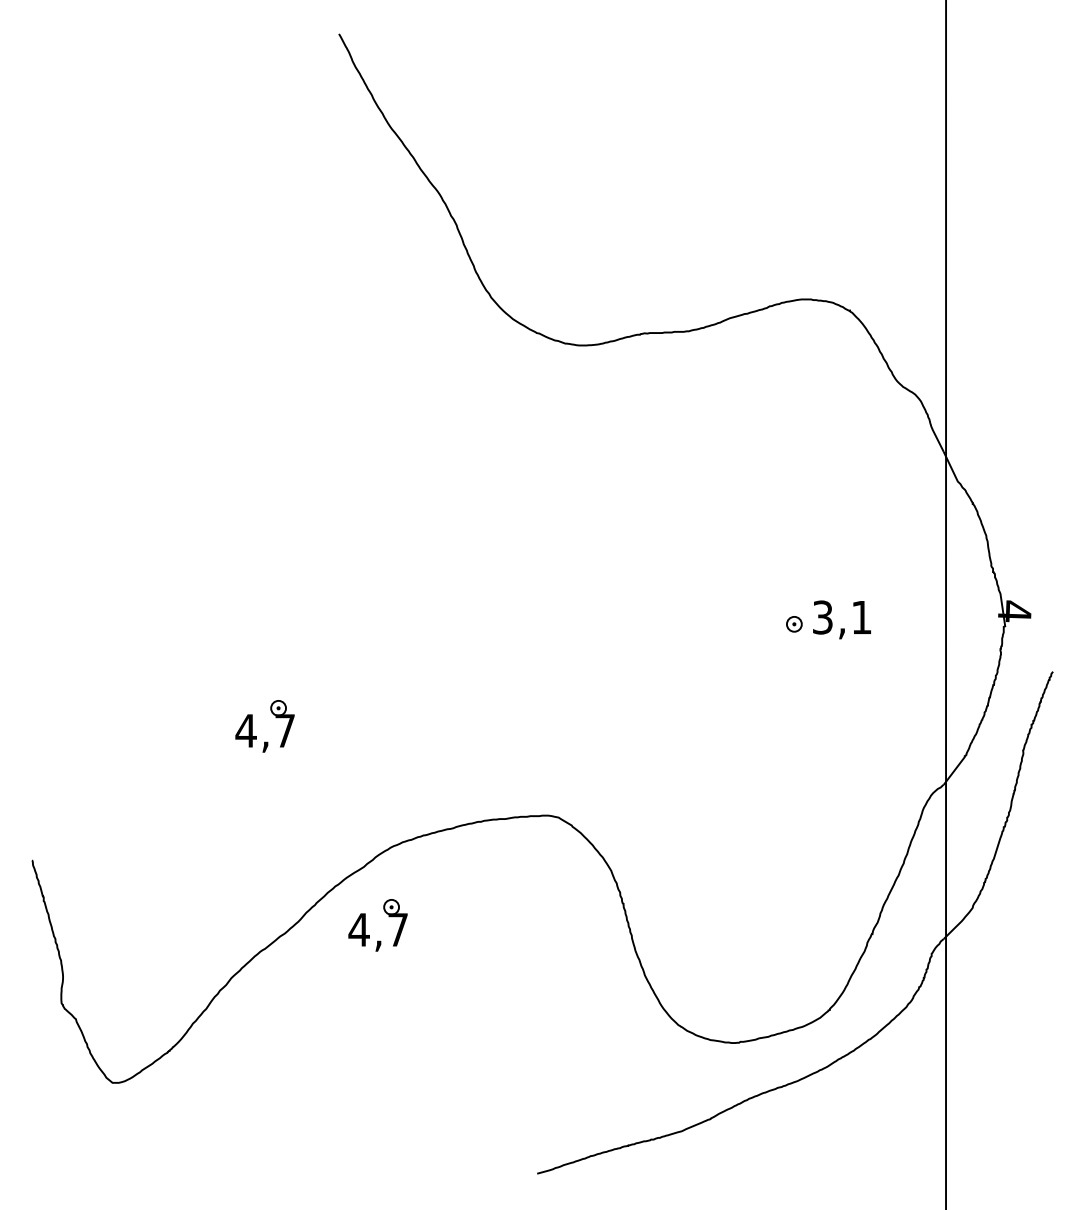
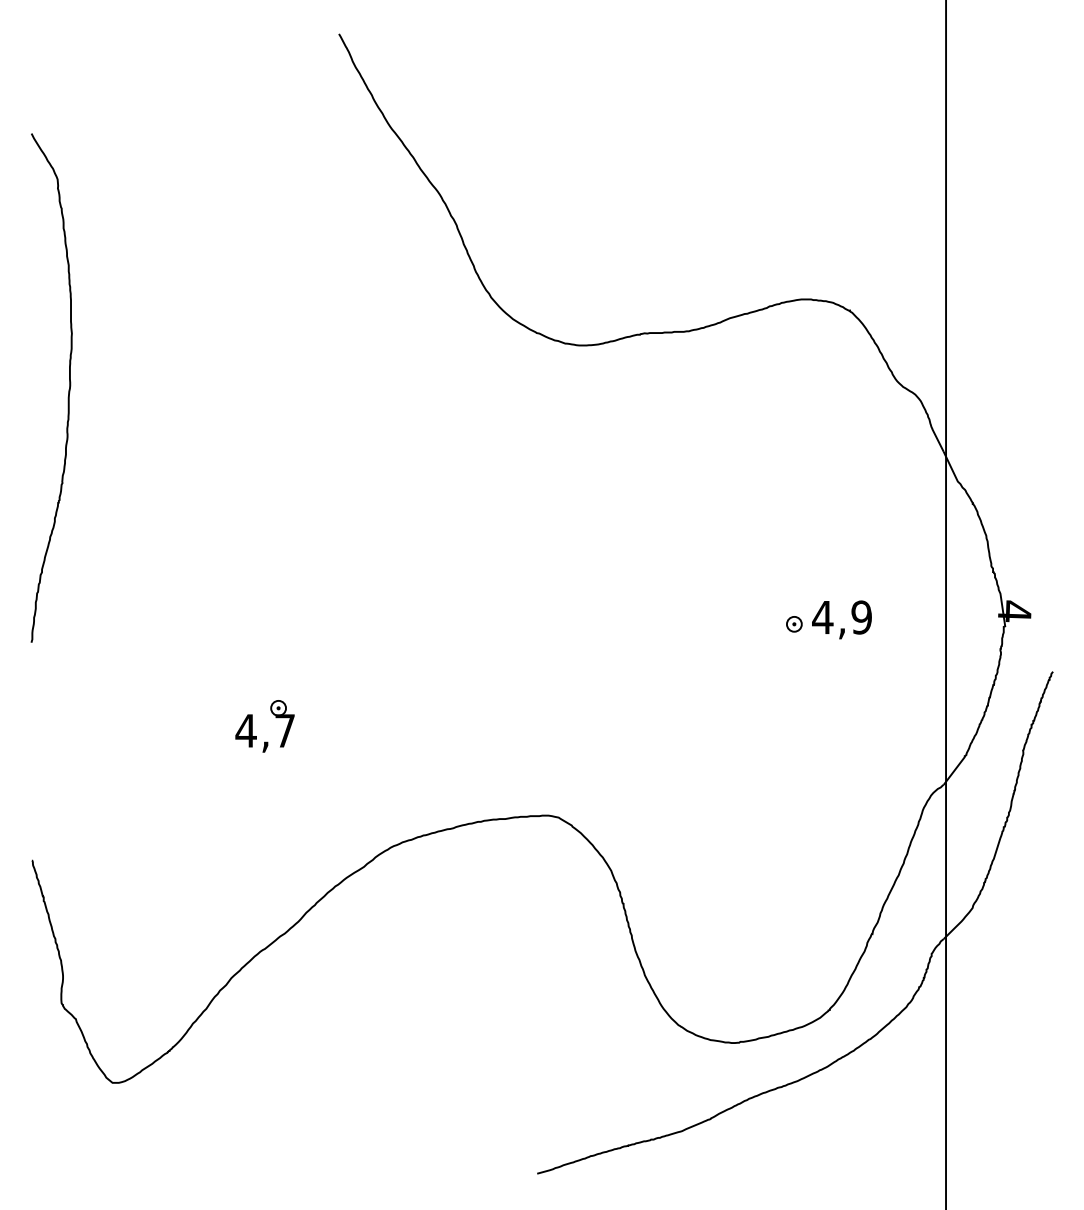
curve at (68, 389): none -> present
text at (841, 617): 3,1 -> 4,9
part at (365, 925): present -> none
